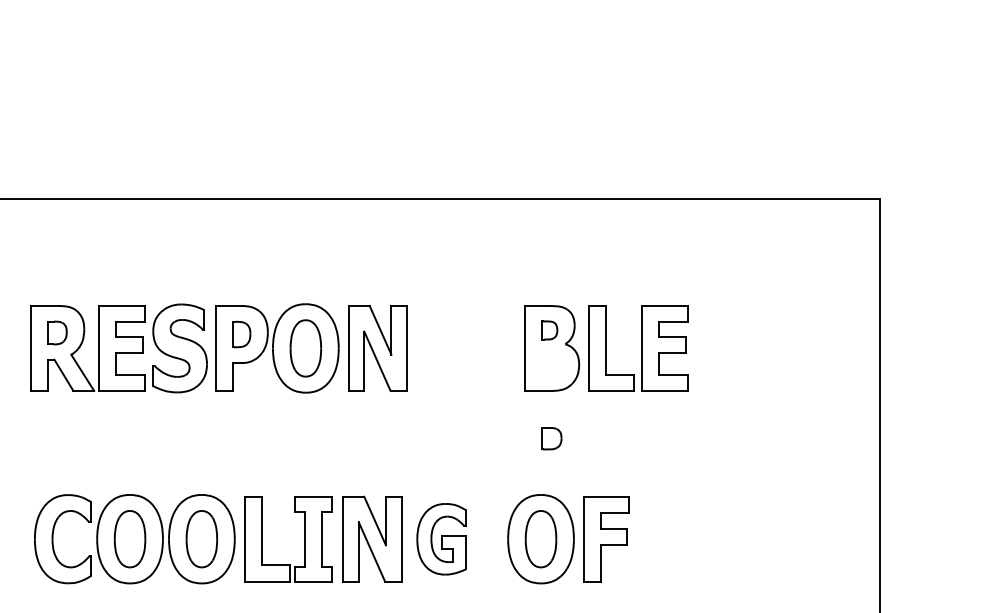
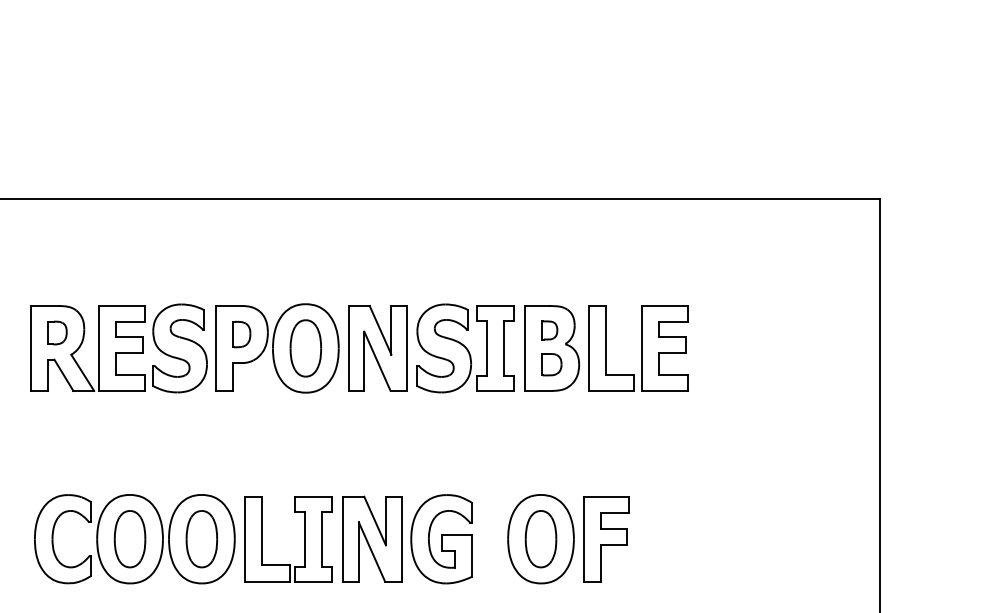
part at (465, 348): none -> present
part at (551, 438) position: (551, 438) -> (551, 364)
part at (441, 539) size: 51x73 px -> 63x91 px
